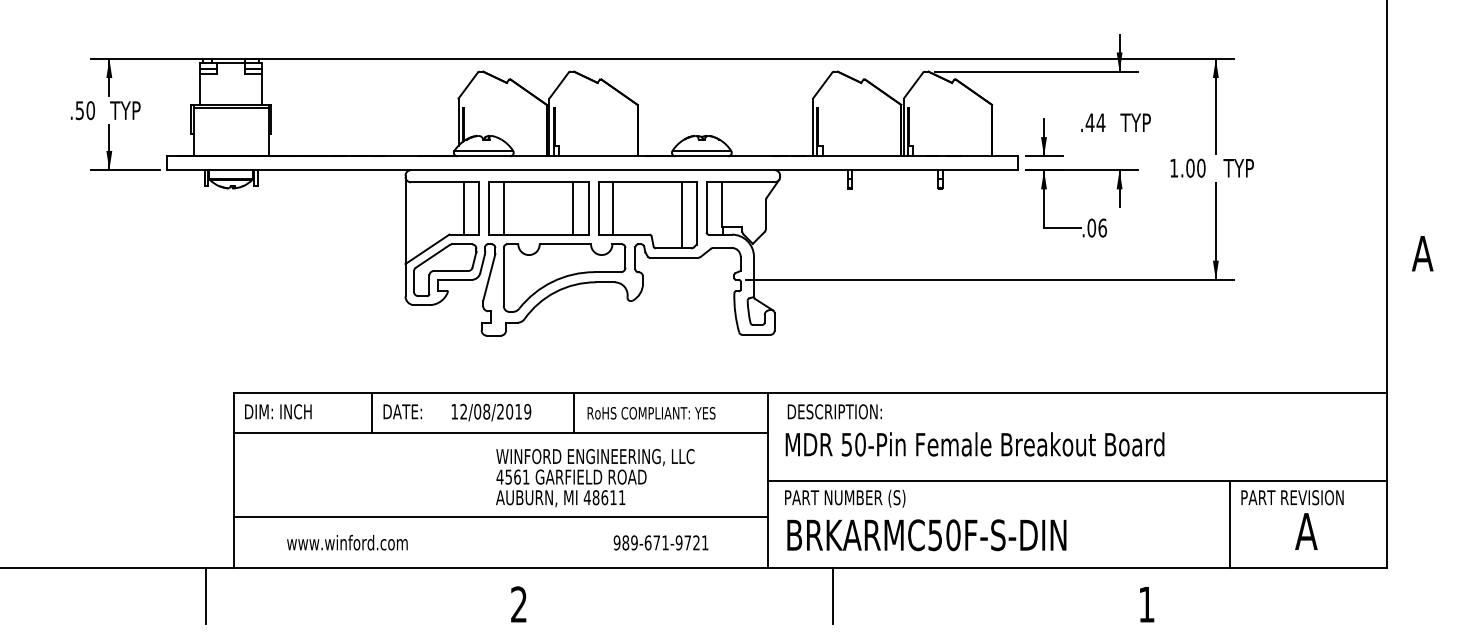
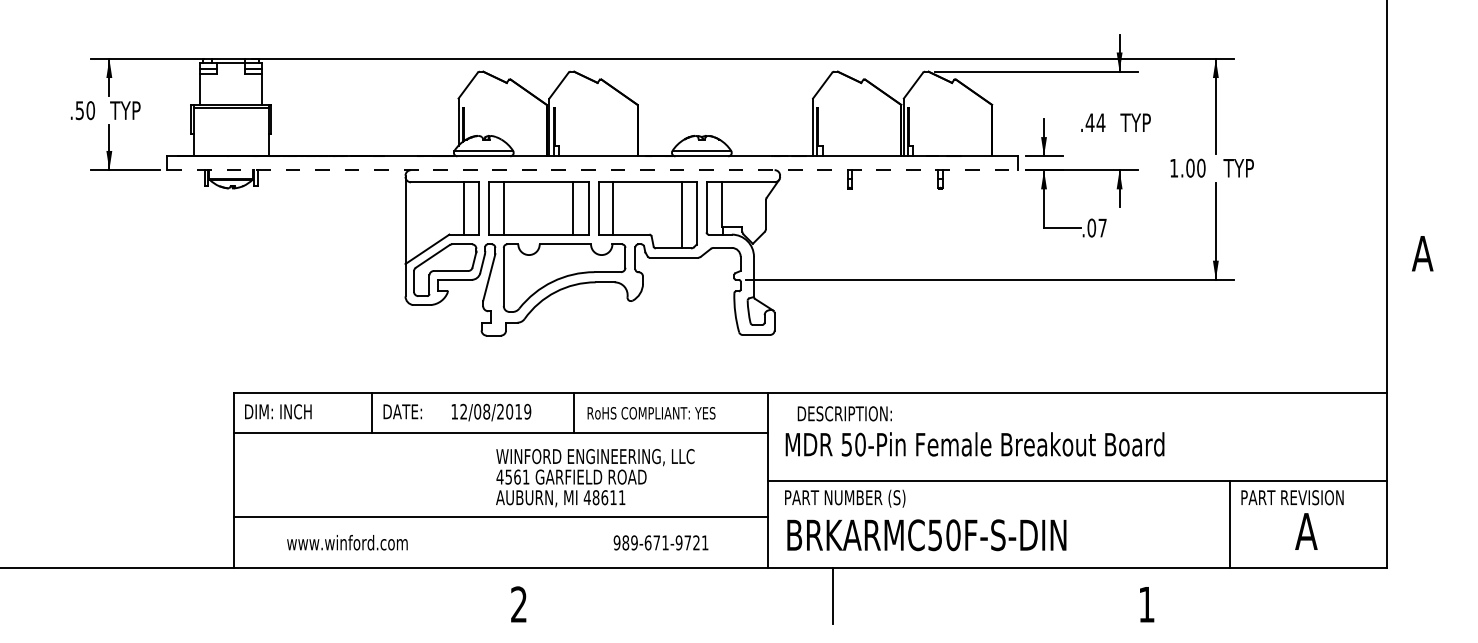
line at (593, 170): solid -> dashed
text at (1102, 227): .06 -> .07
text at (834, 411) position: (834, 411) -> (844, 413)
line at (205, 595): present -> none
